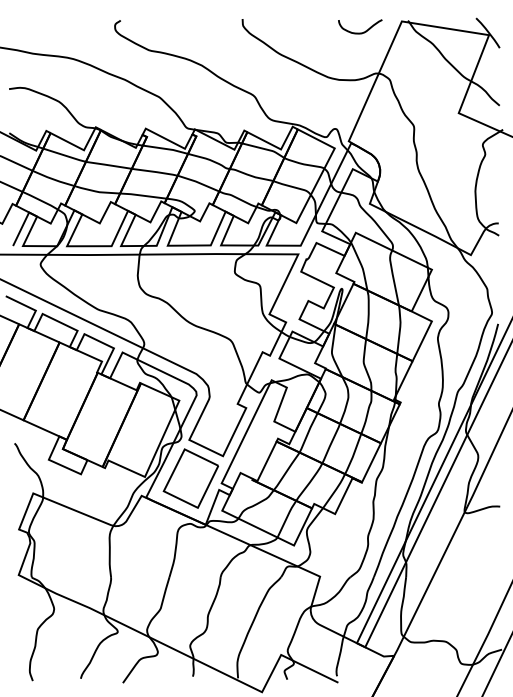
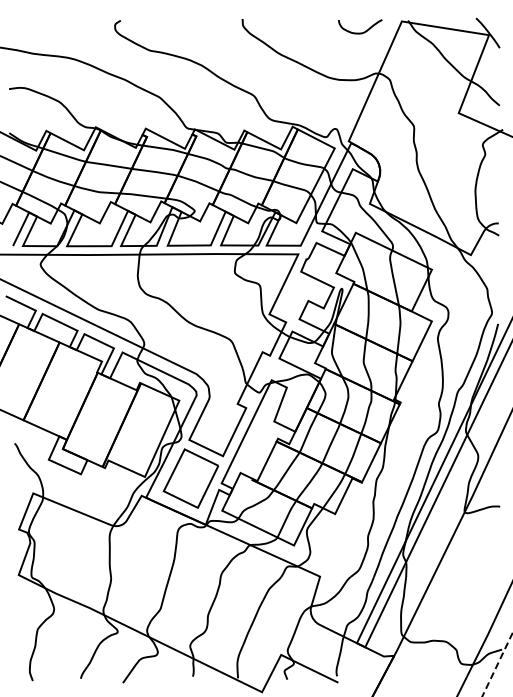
line at (497, 664): solid -> dashed
